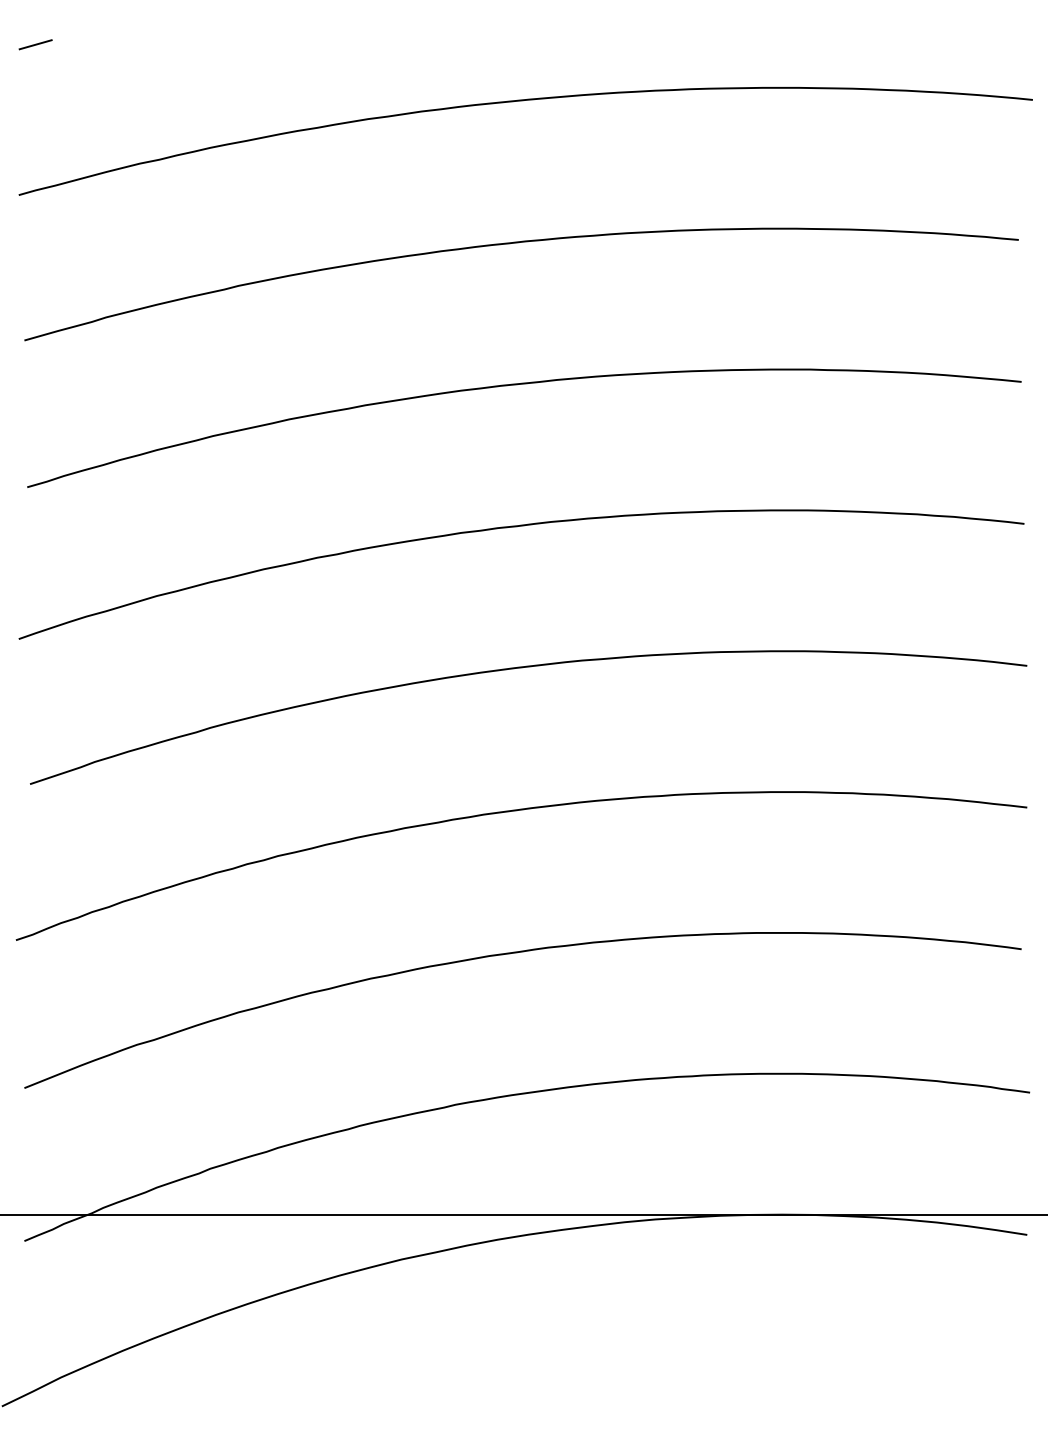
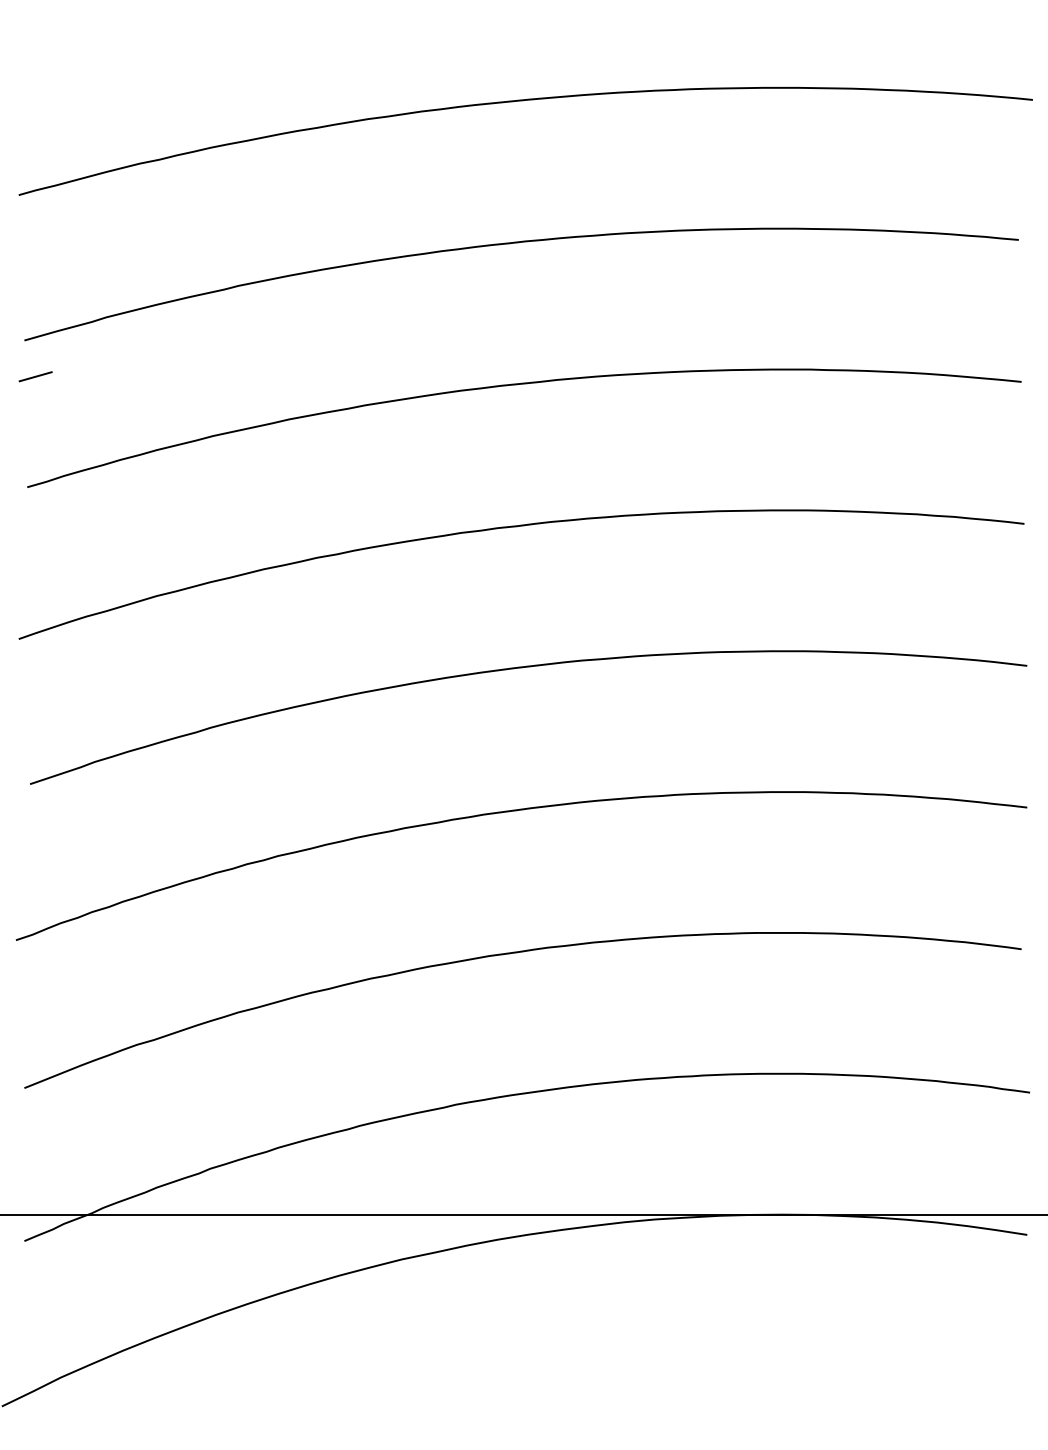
line at (35, 44) position: (35, 44) -> (35, 376)
